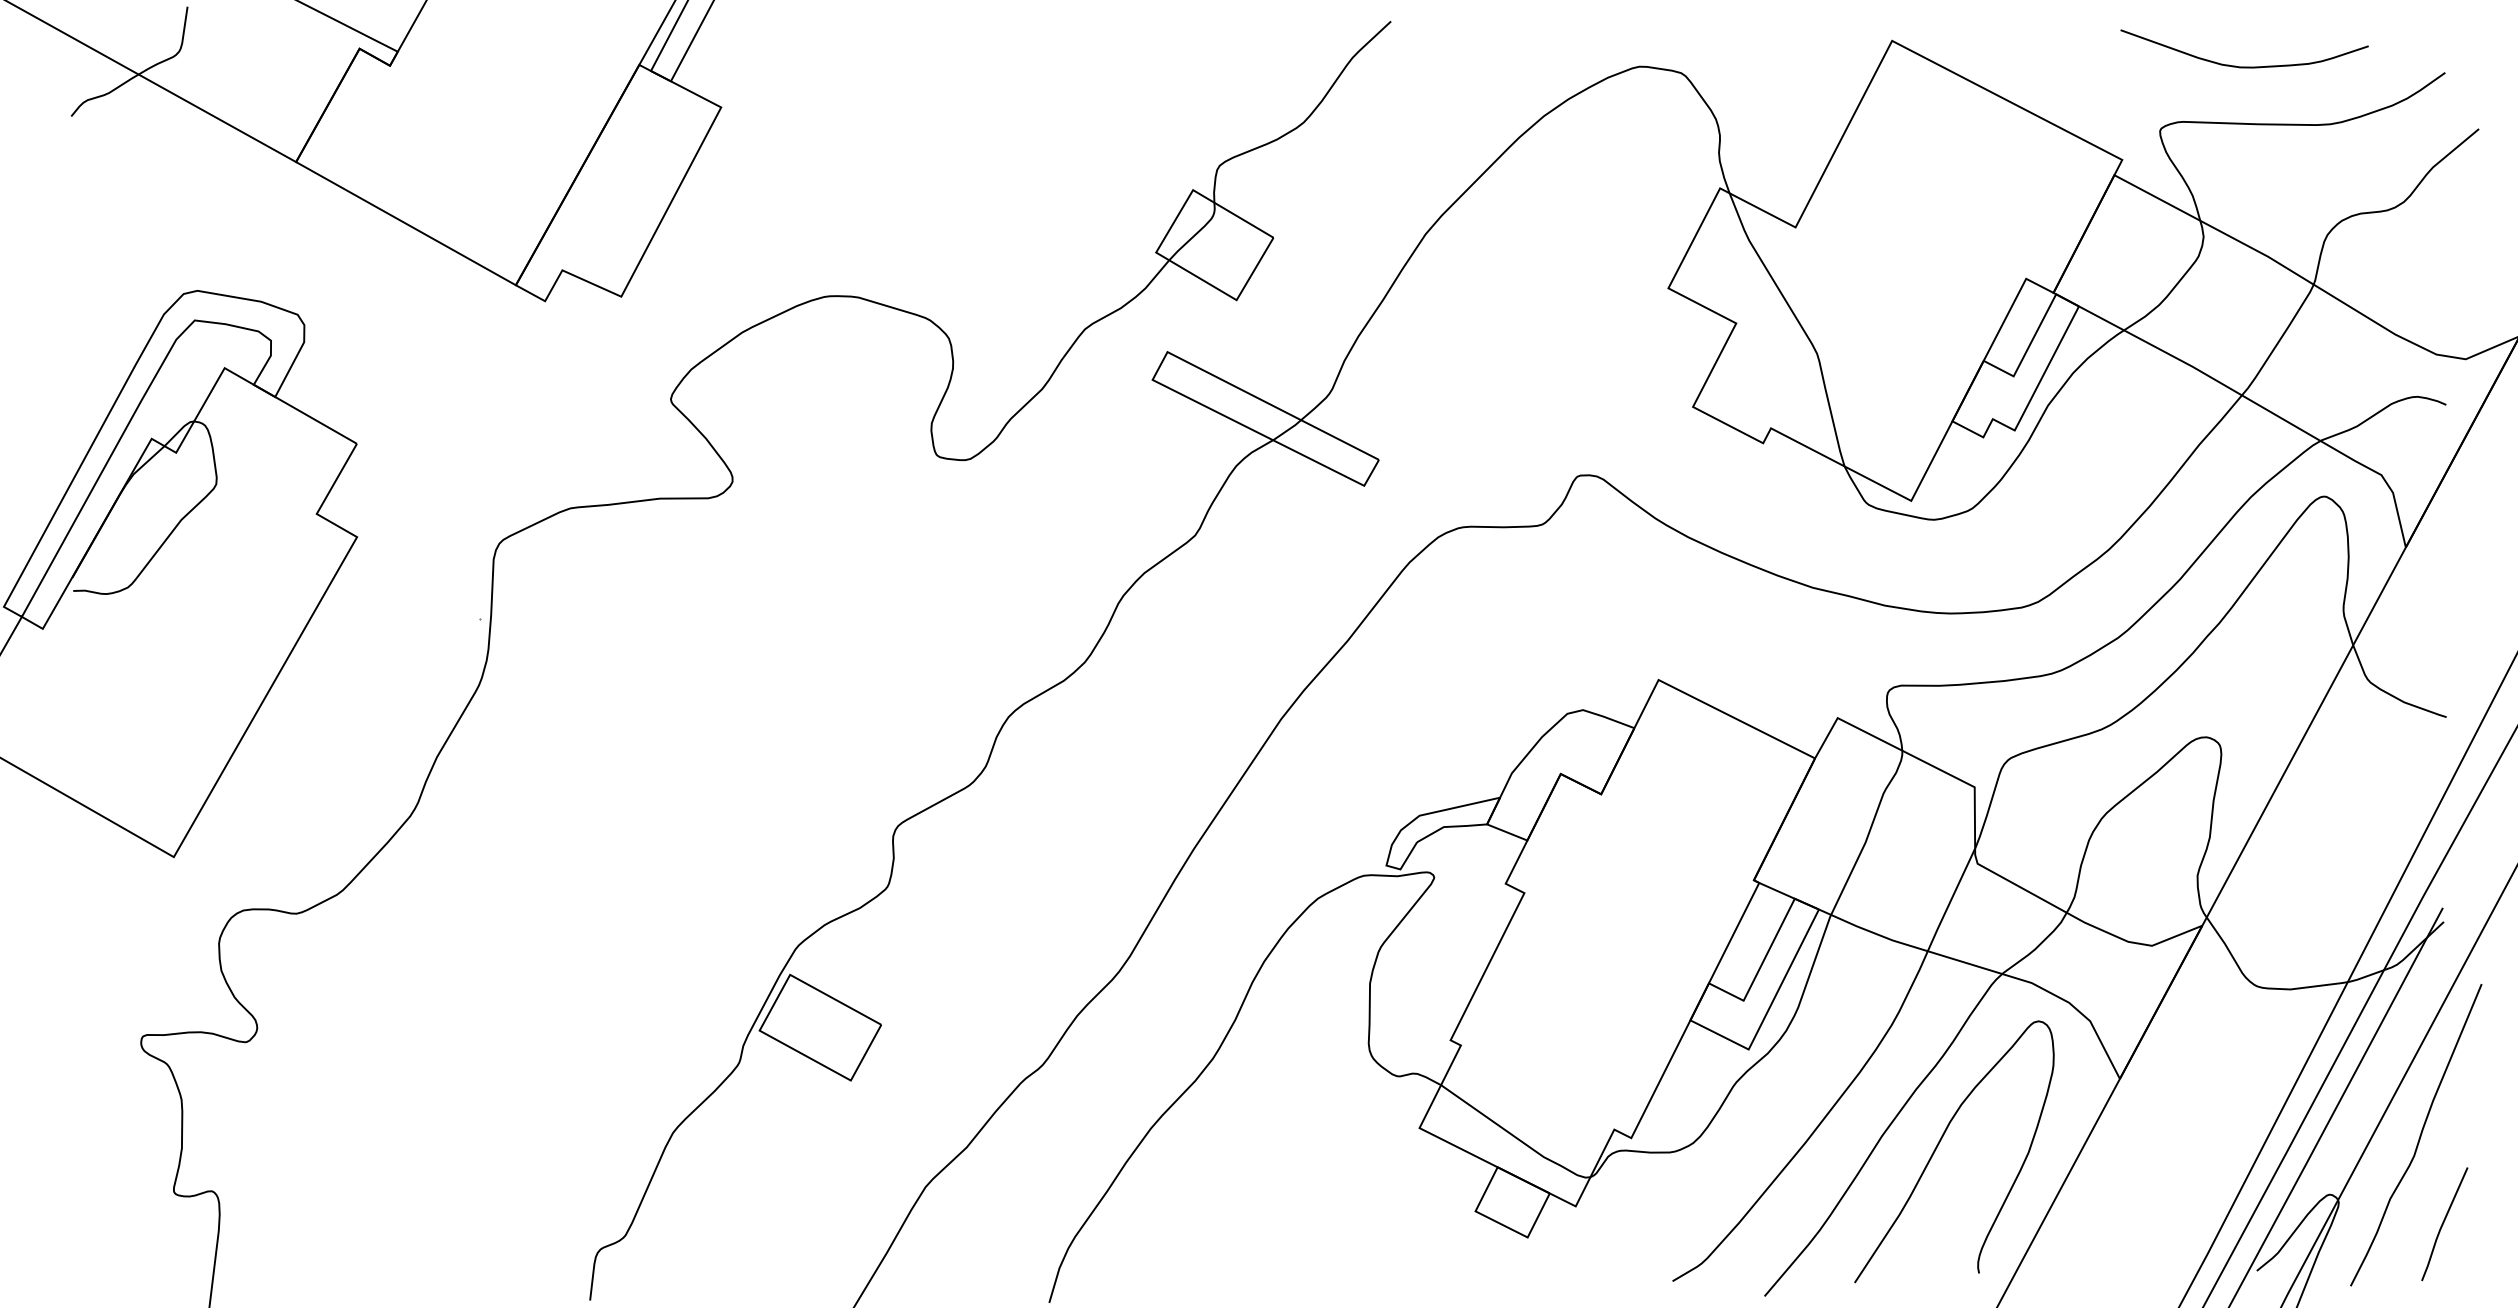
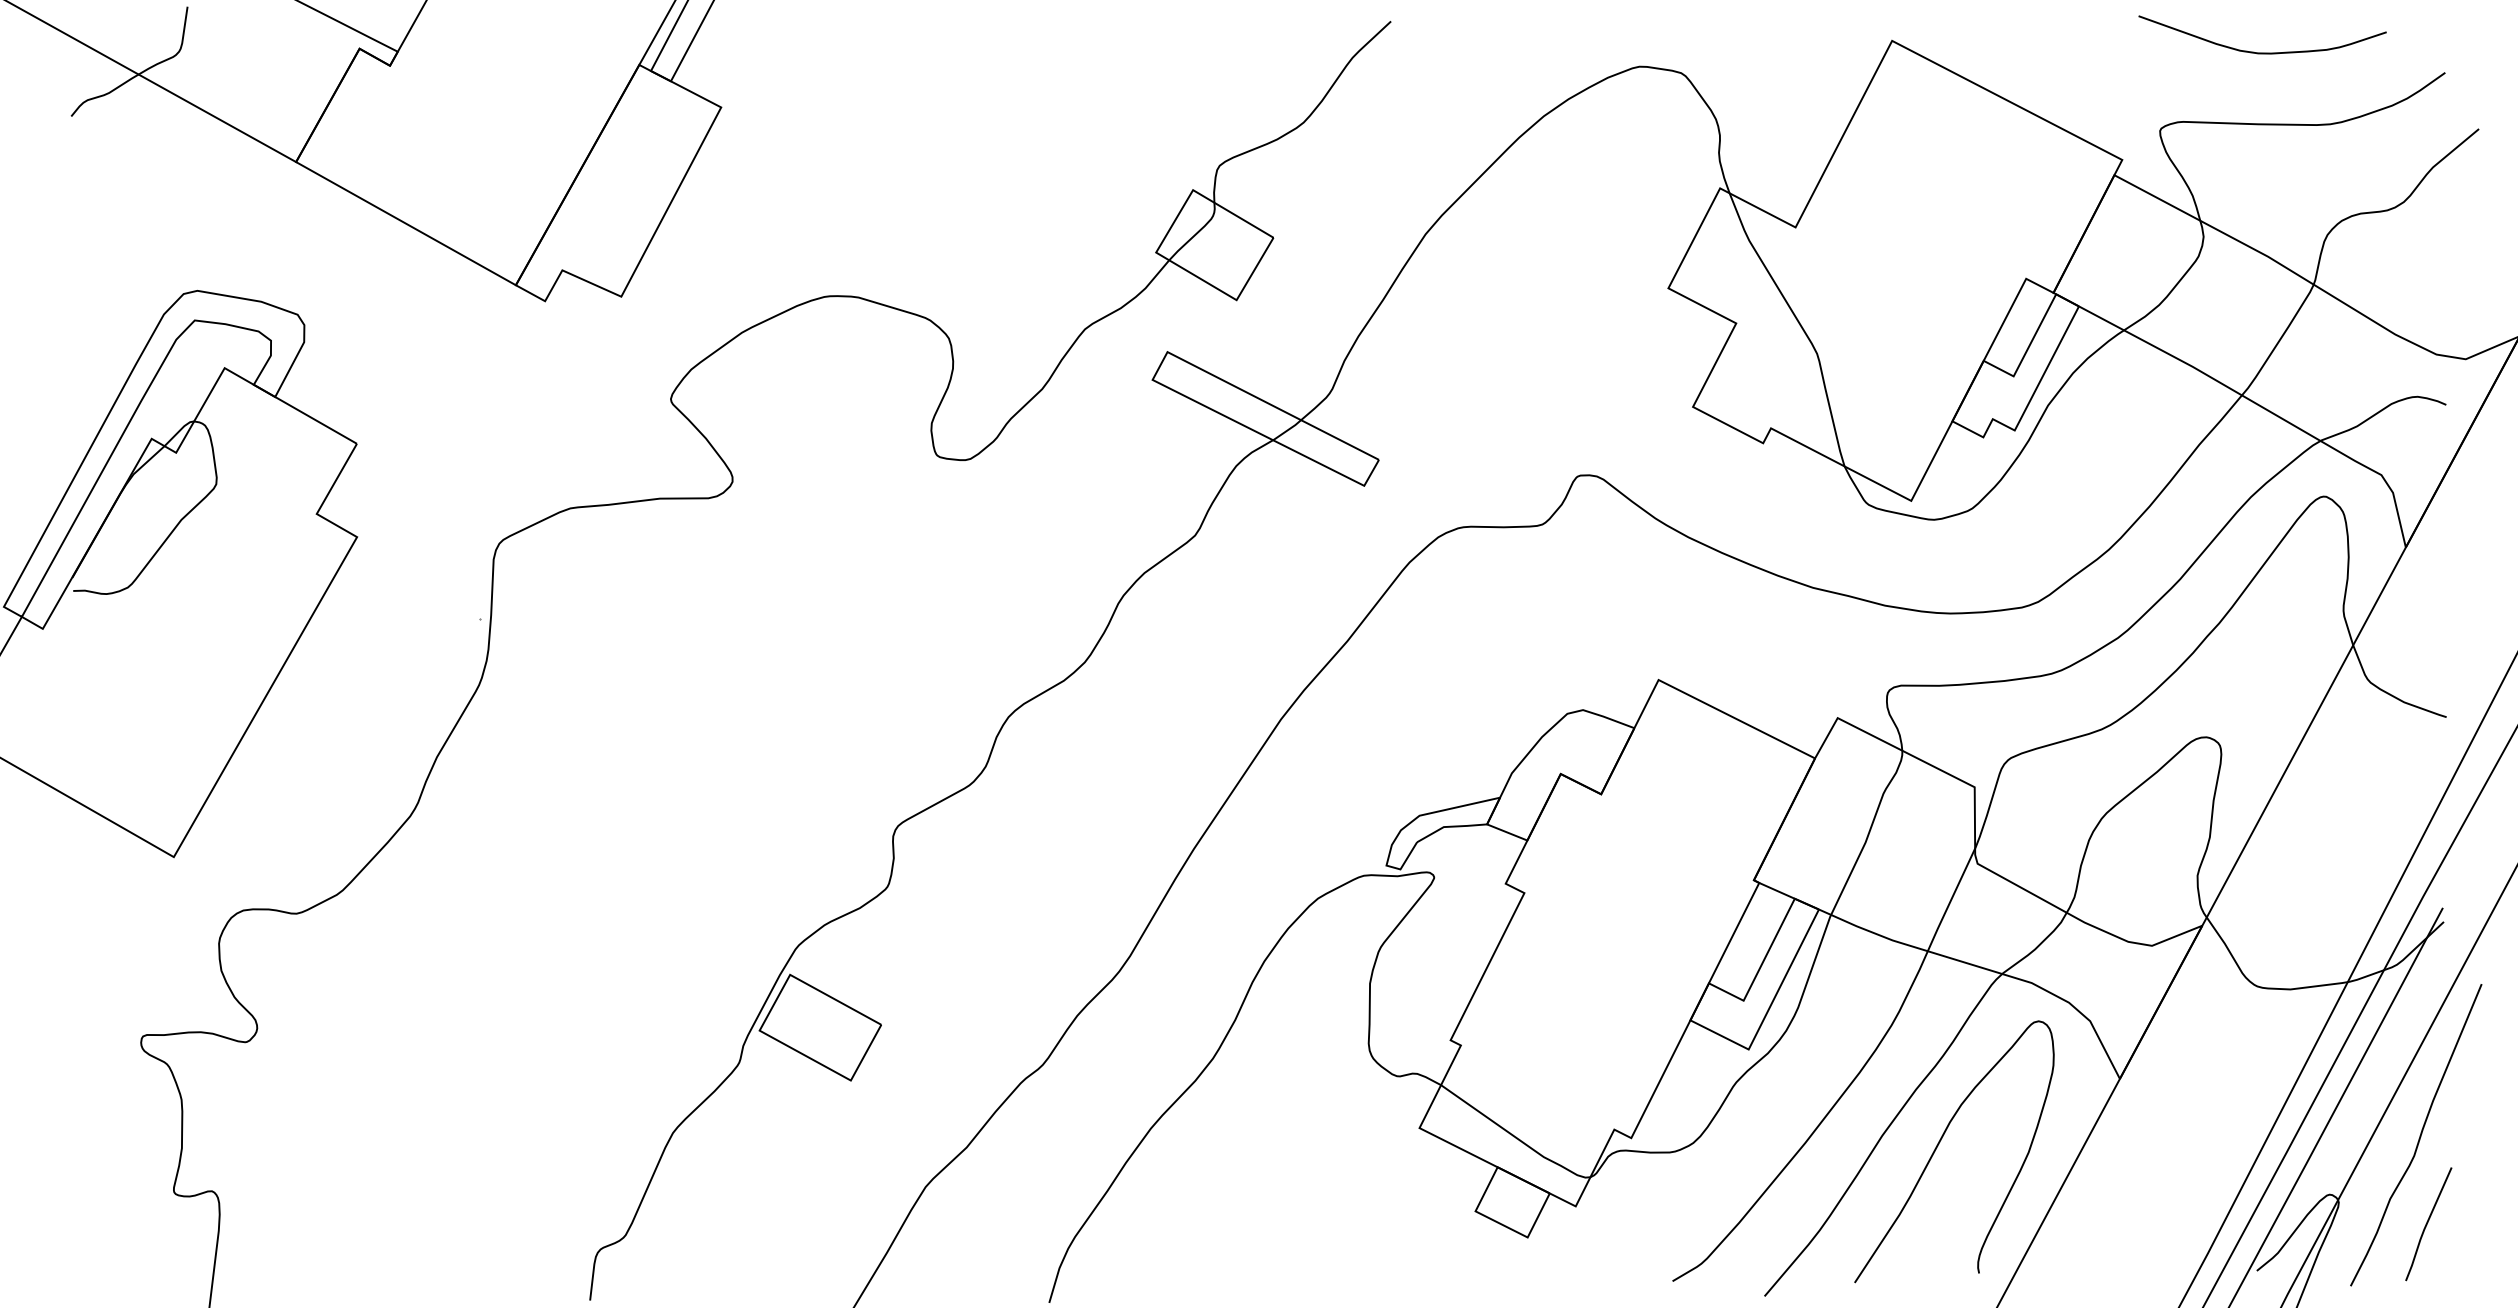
curve at (2244, 66) position: (2244, 66) -> (2262, 52)
line at (2443, 1224) position: (2443, 1224) -> (2427, 1224)
